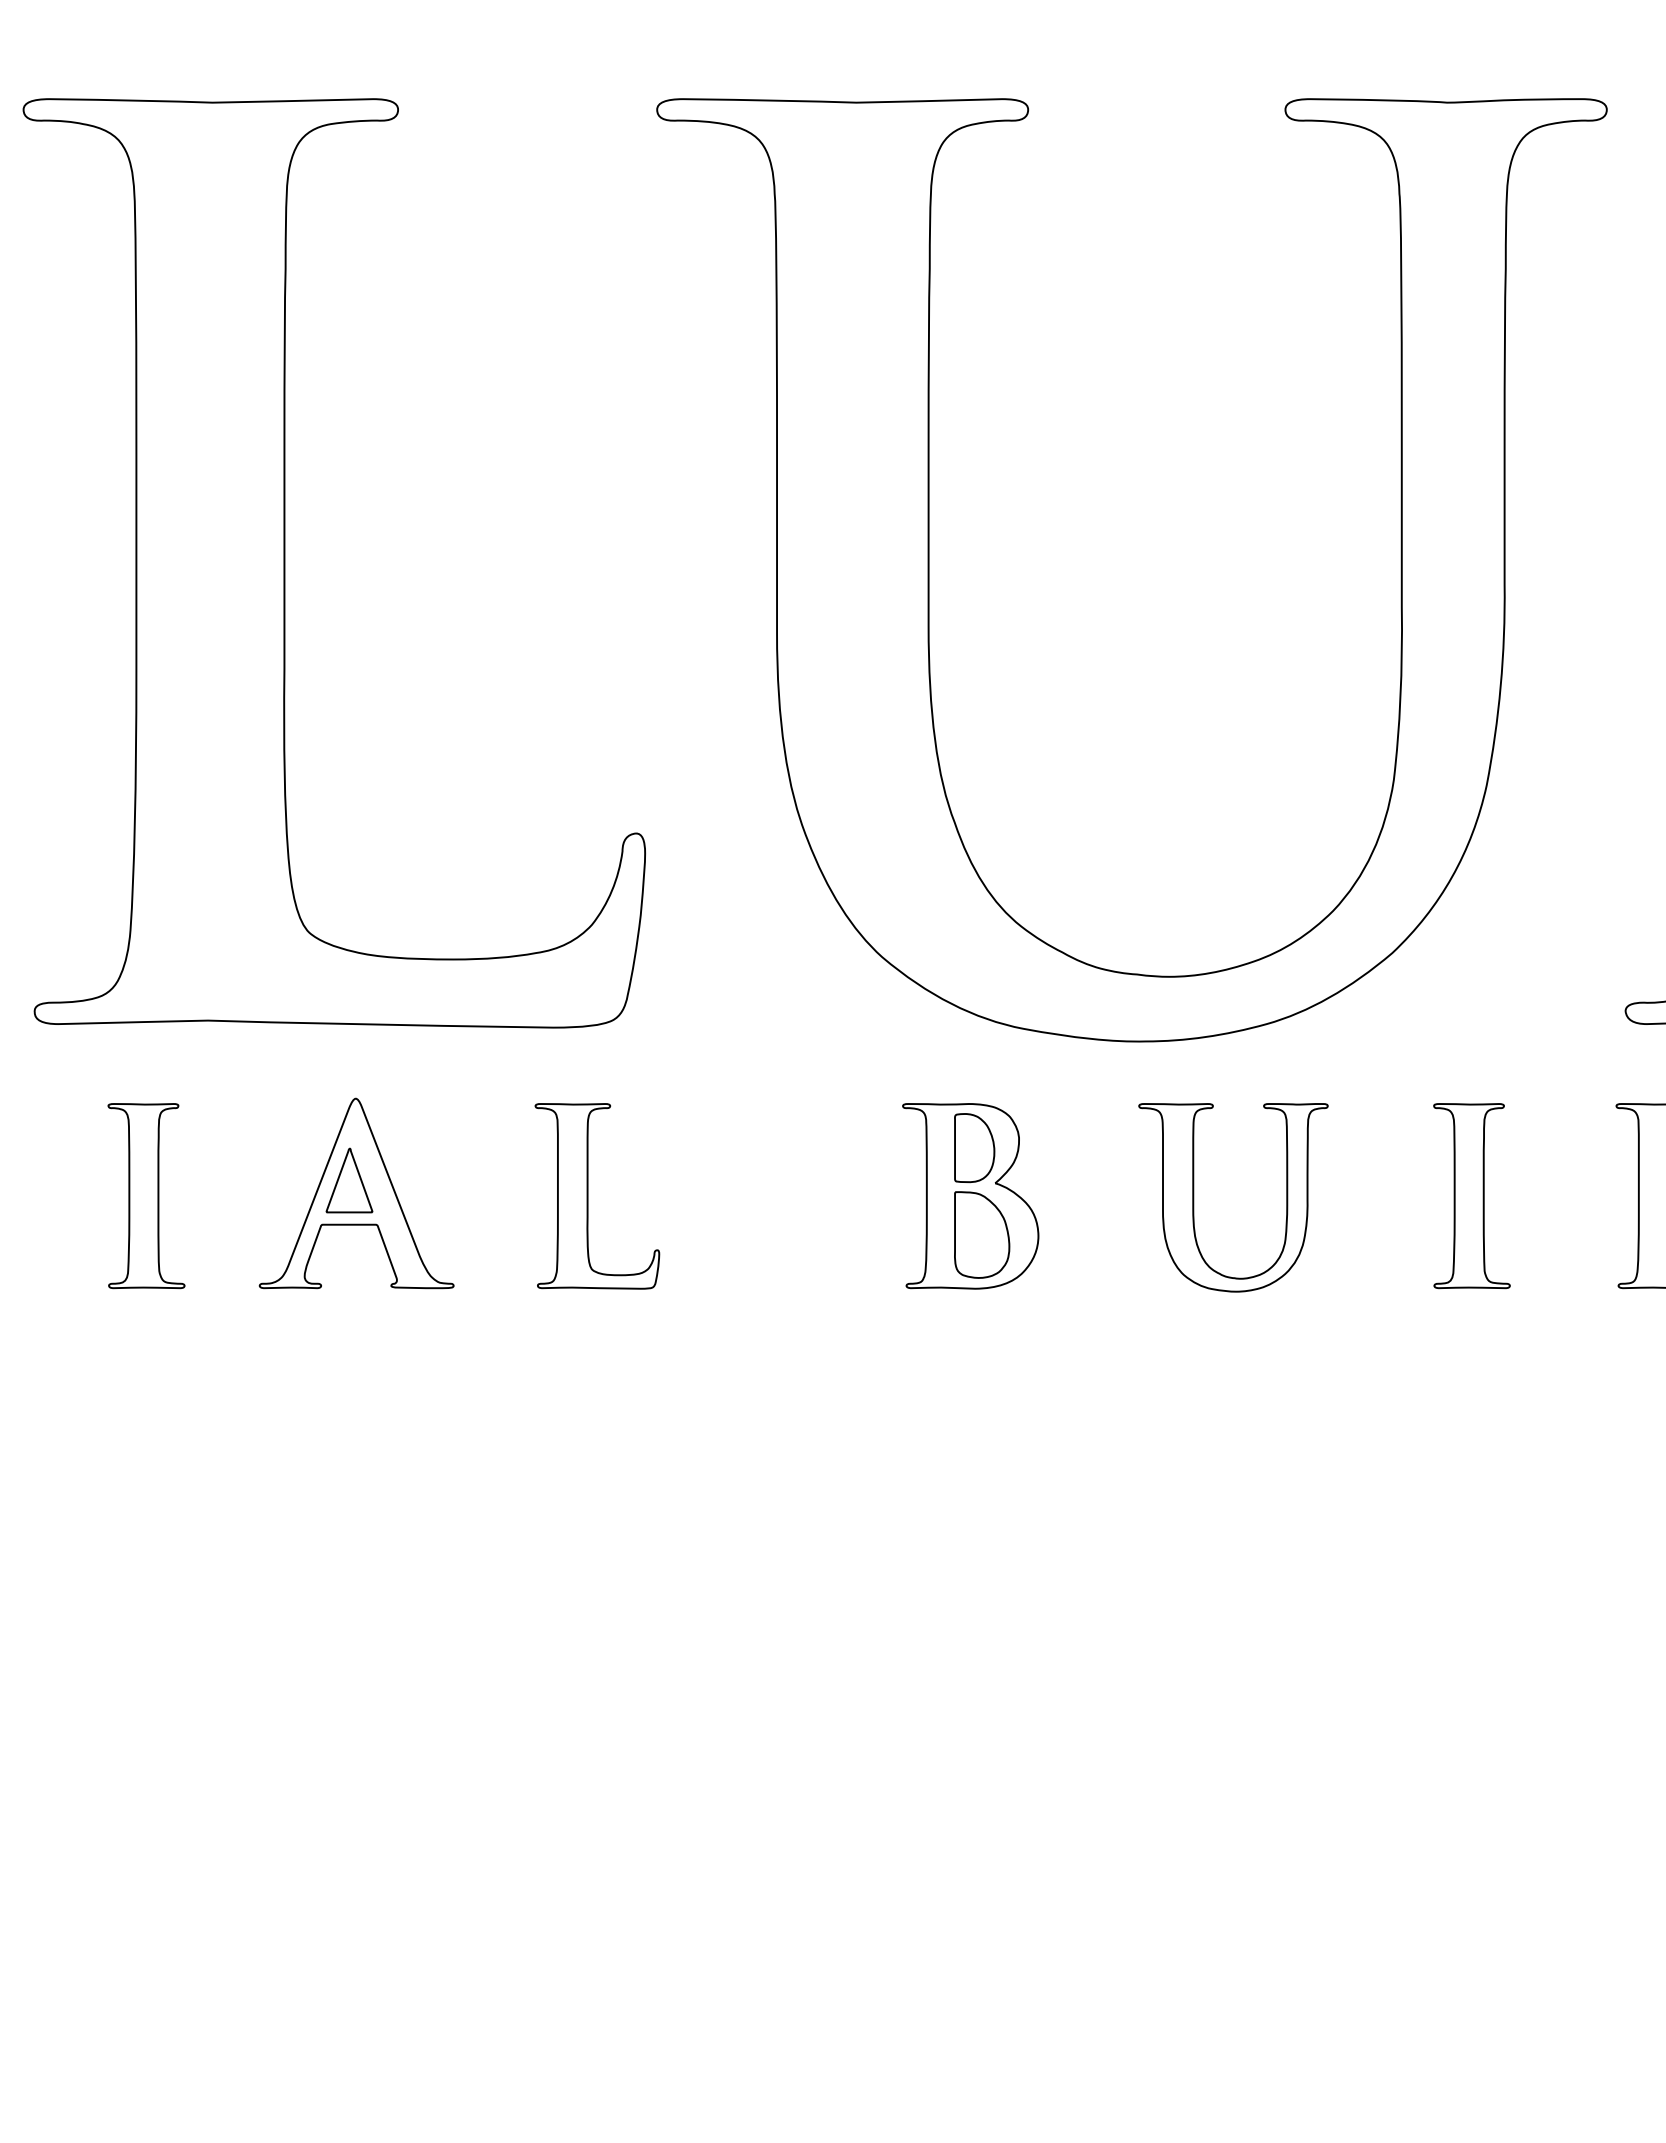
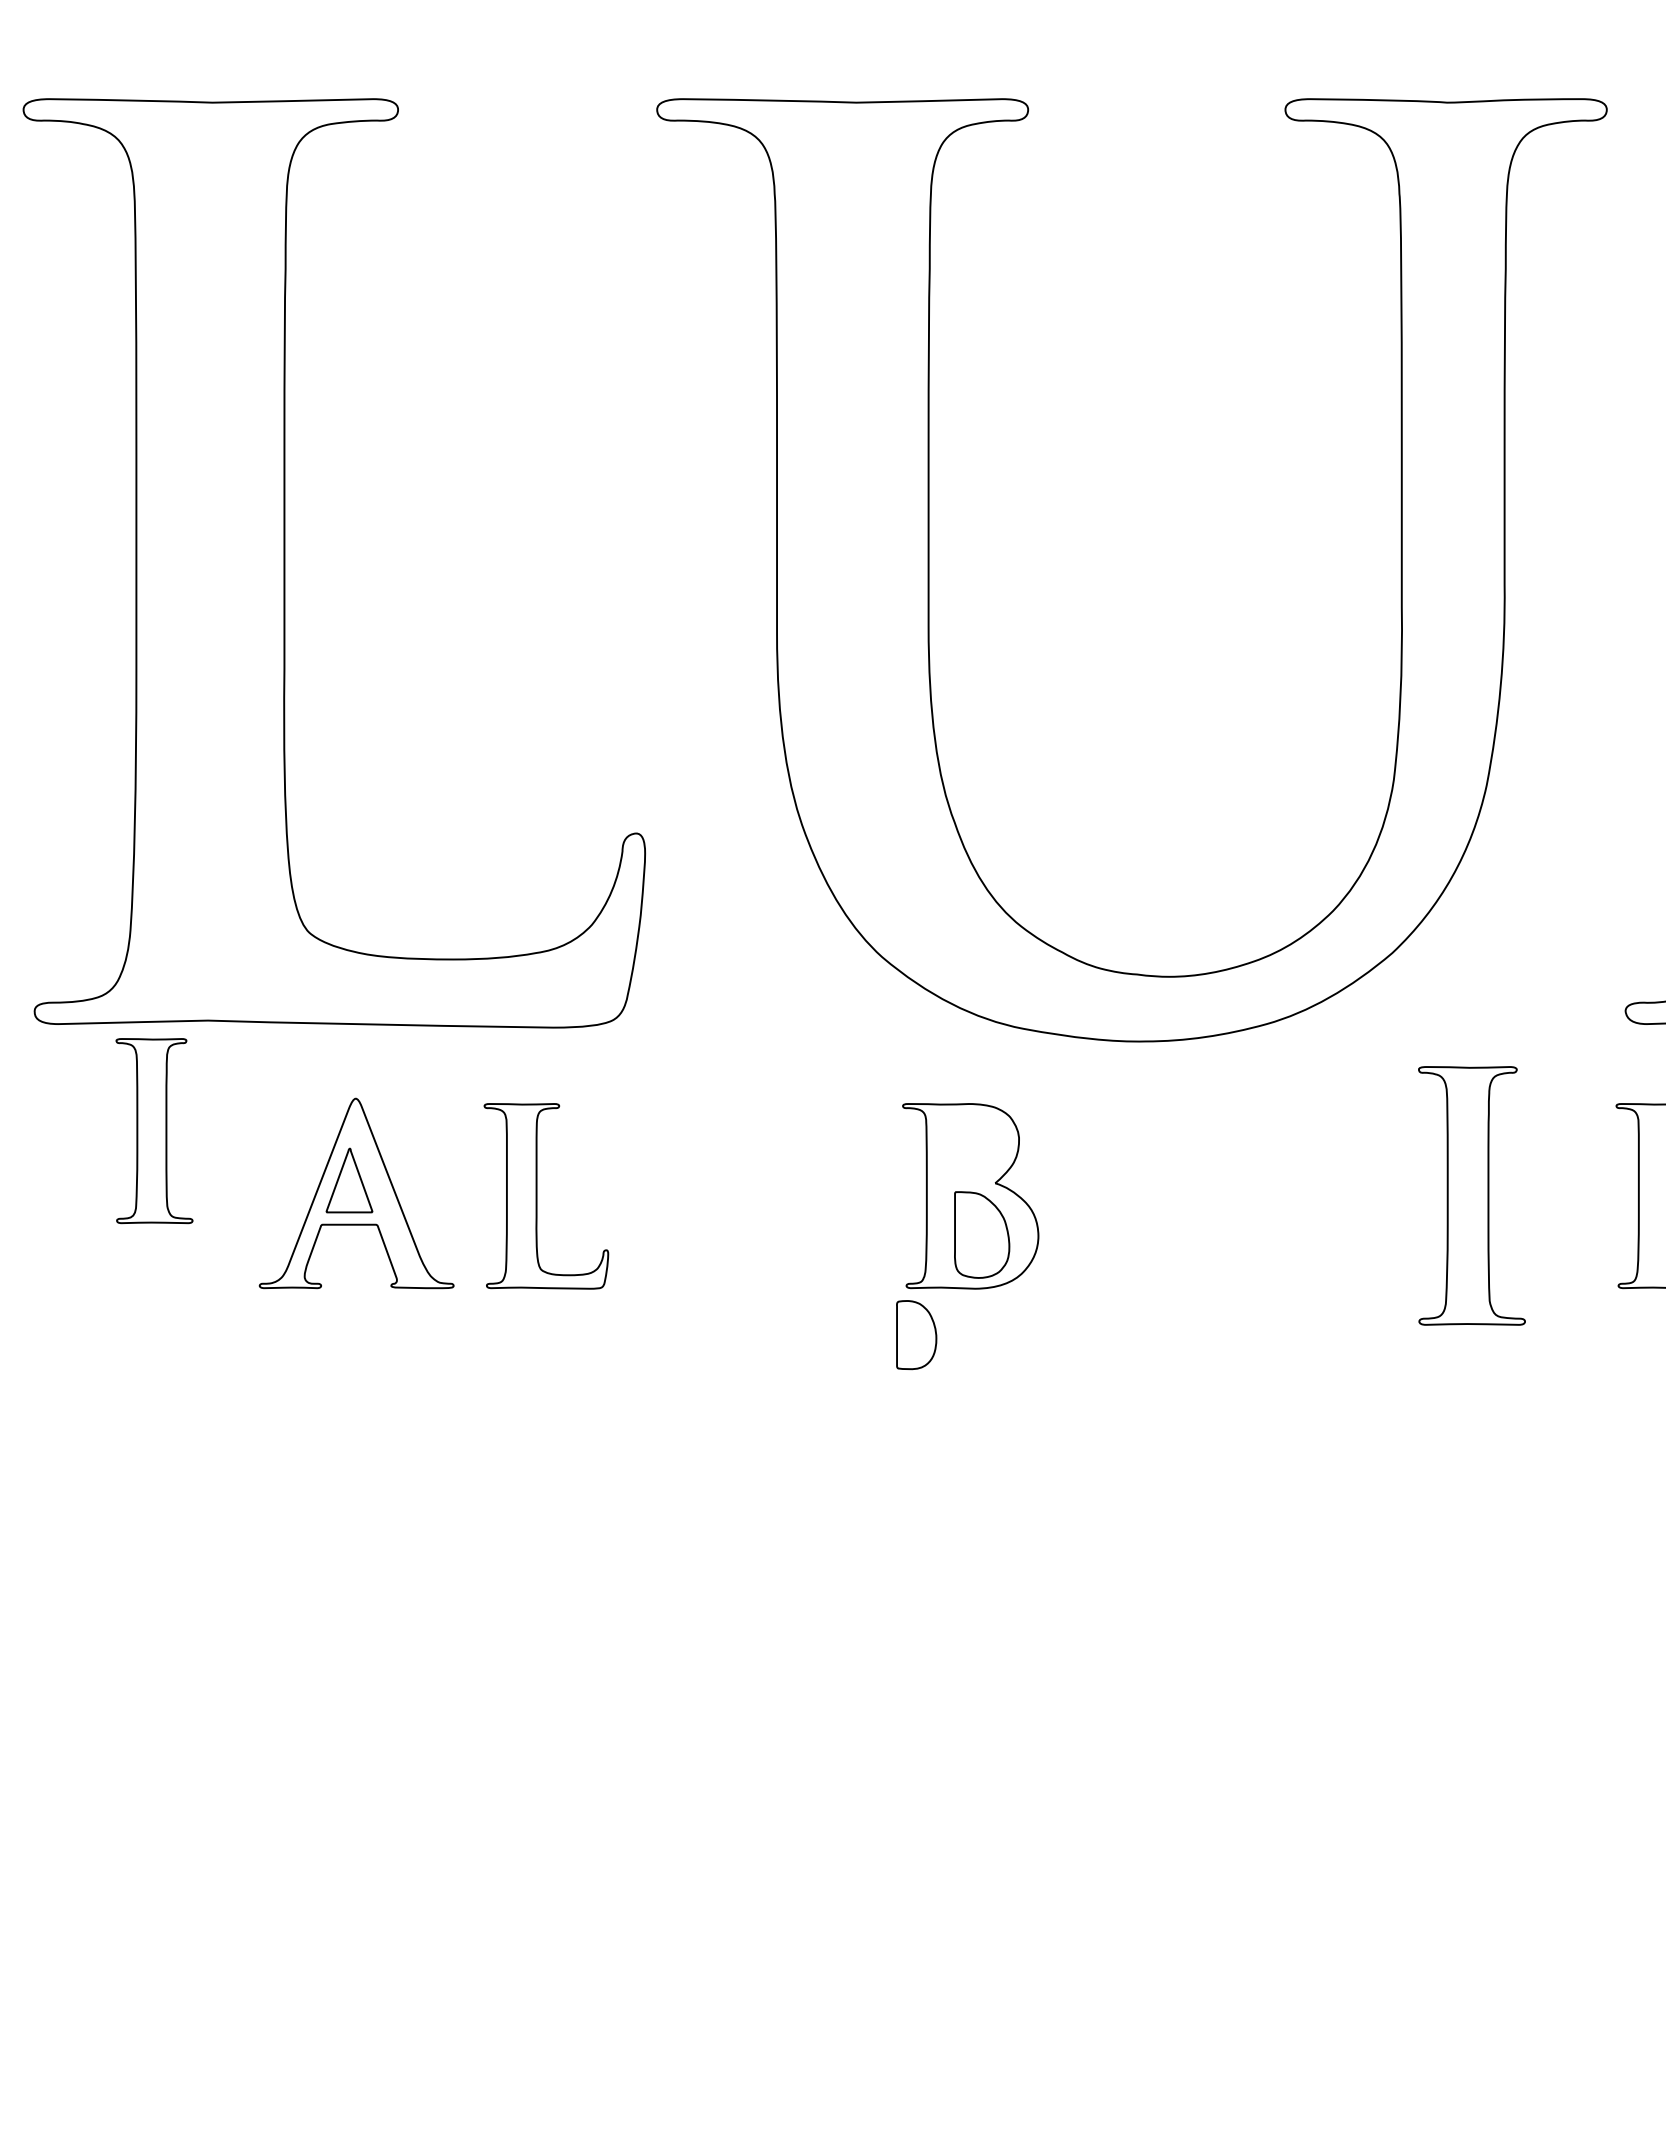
part at (974, 1148) position: (974, 1148) -> (916, 1335)
part at (146, 1196) position: (146, 1196) -> (154, 1131)
part at (588, 1196) position: (588, 1196) -> (537, 1196)
part at (1471, 1196) size: 78x187 px -> 108x260 px
part at (1194, 1197): present -> none
